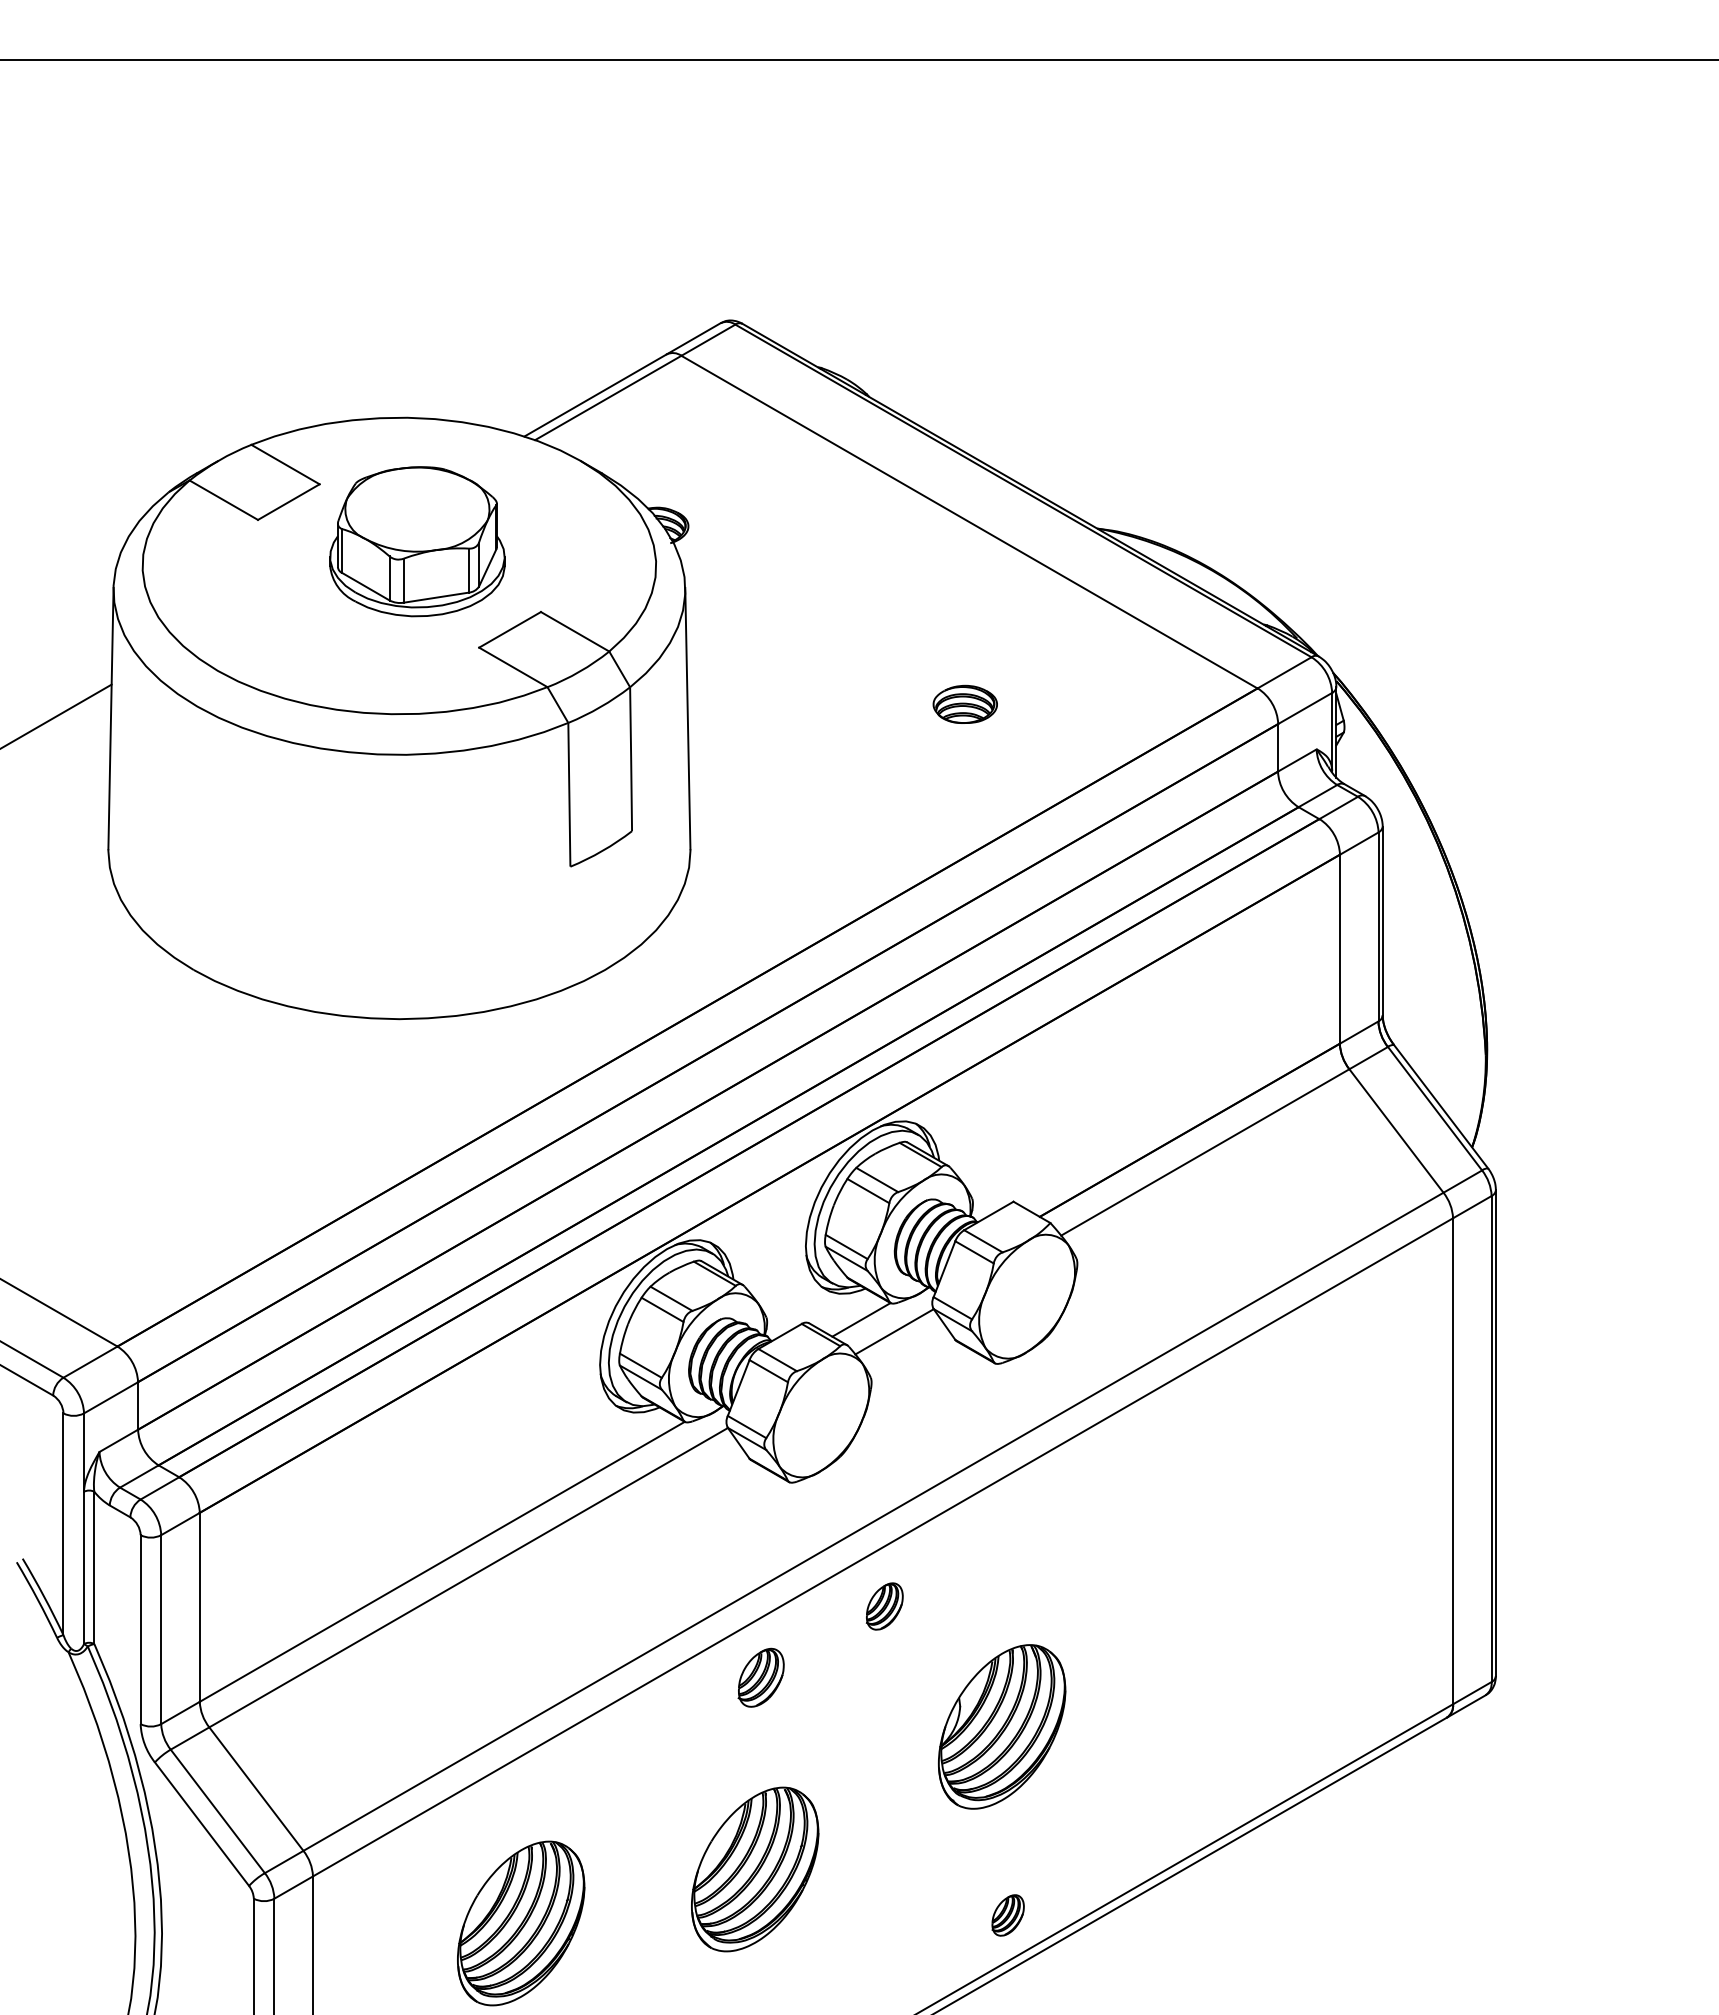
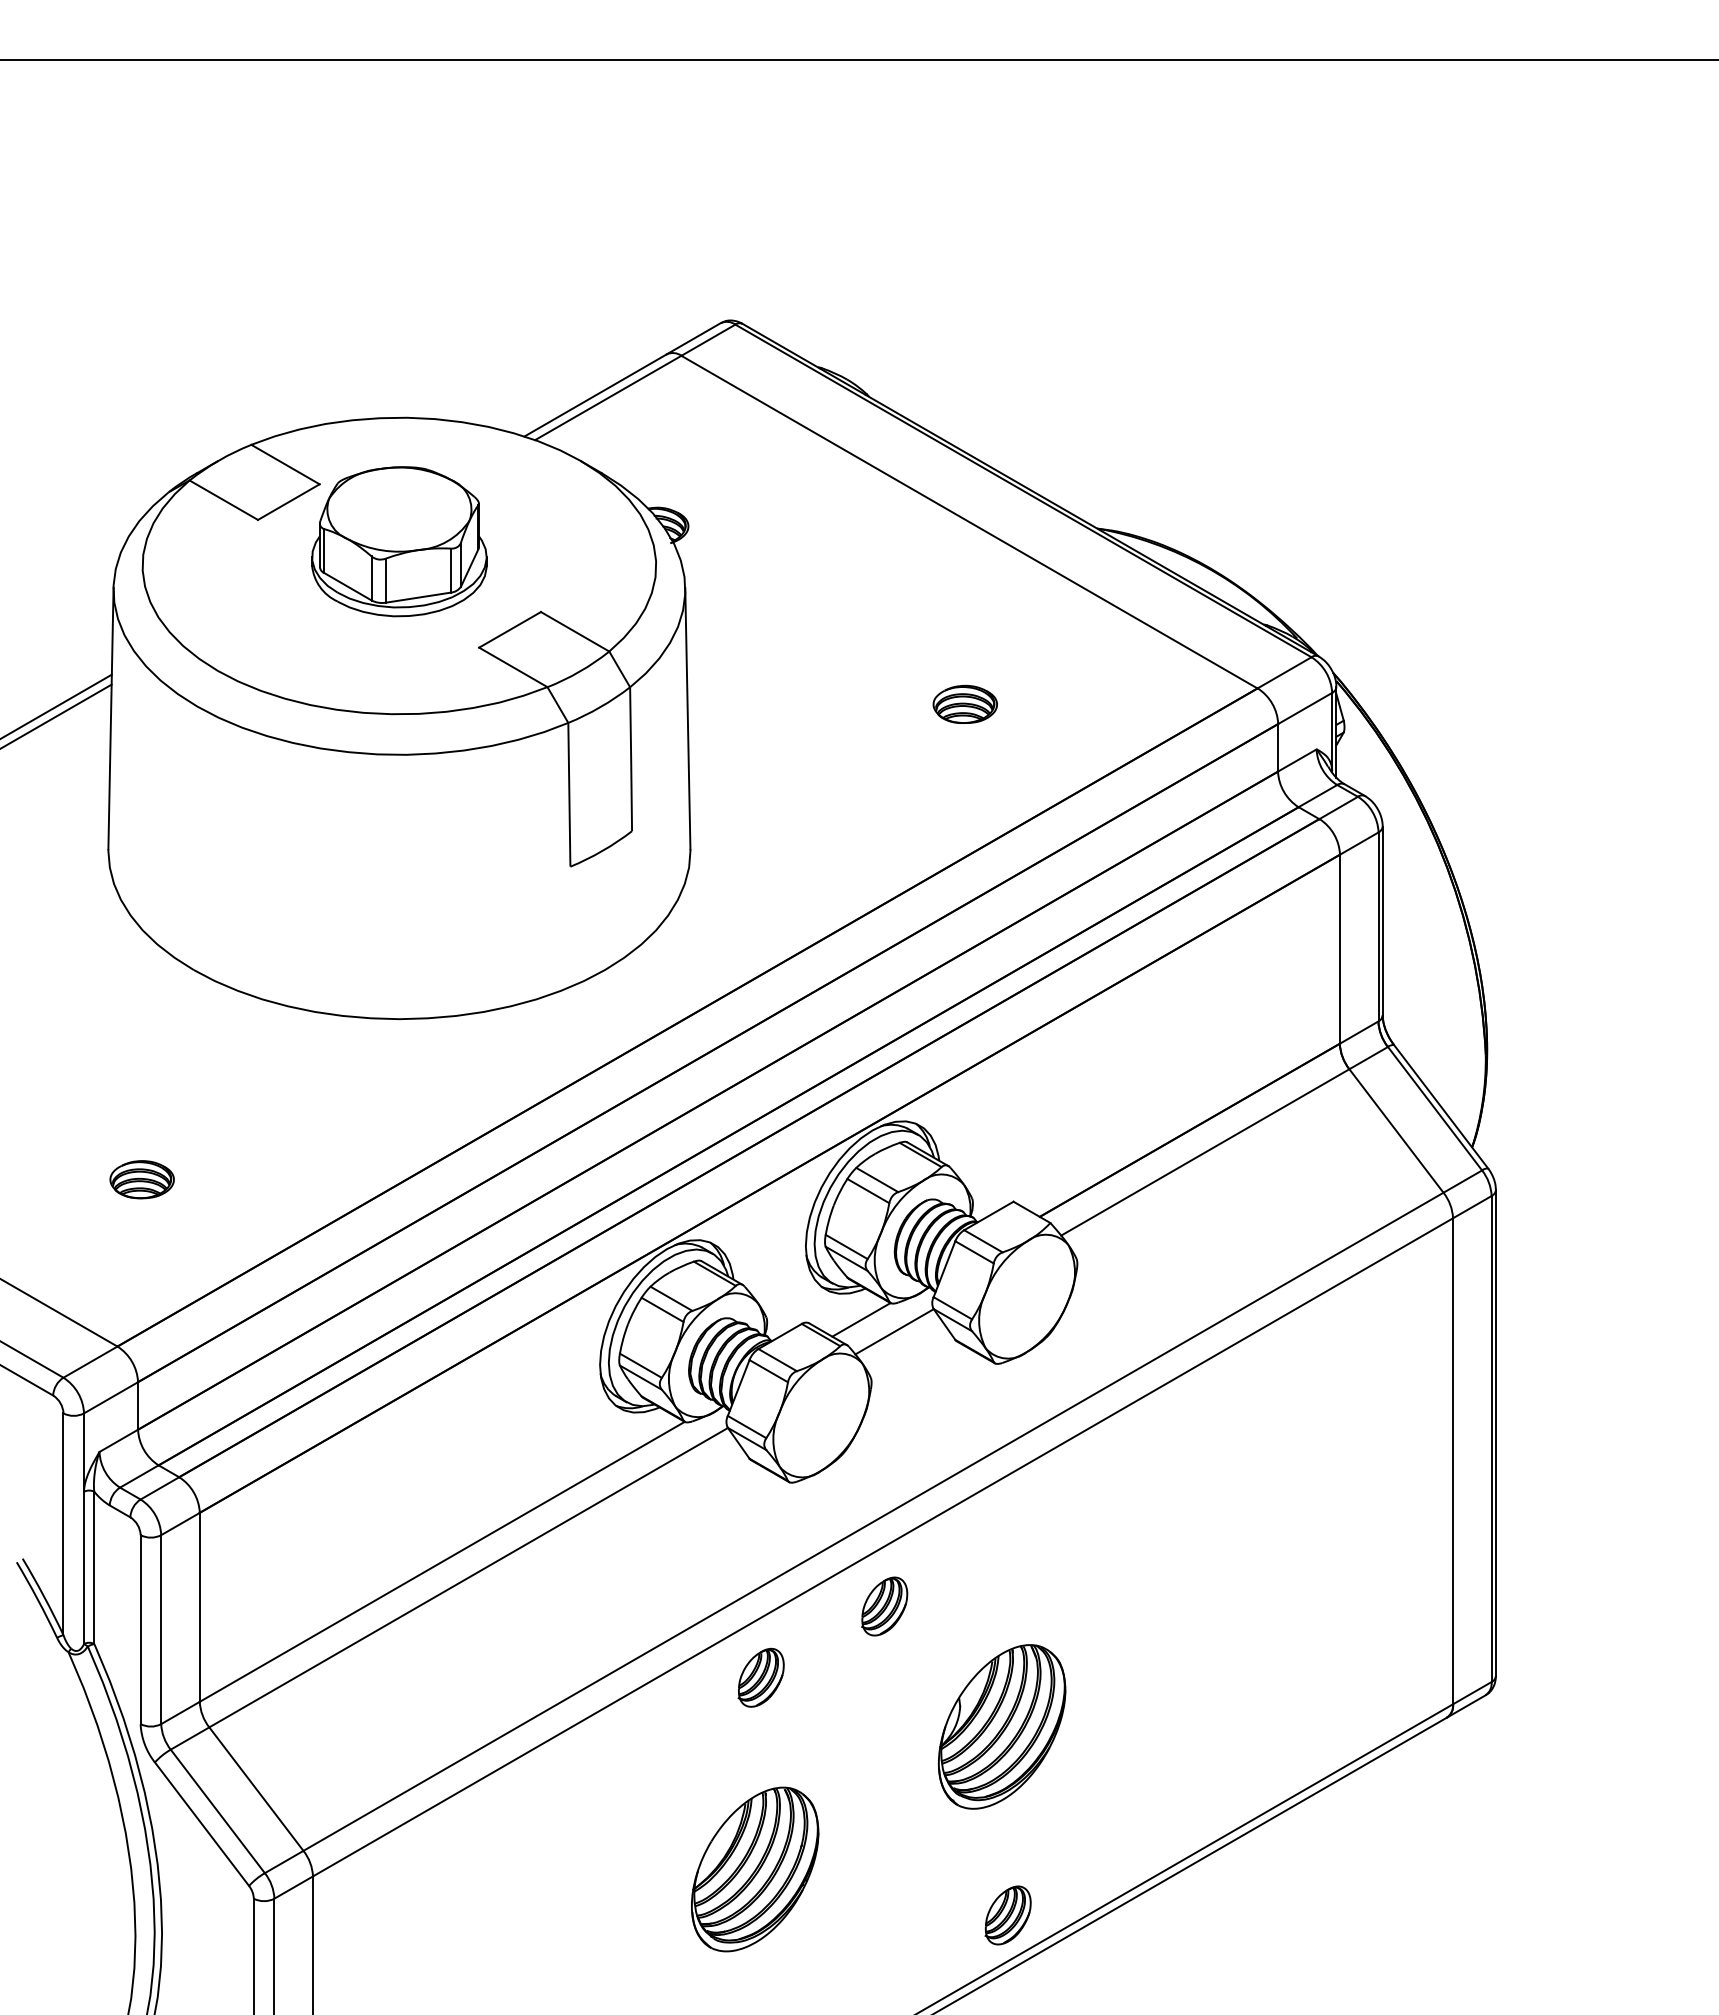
part at (417, 541) position: (417, 541) -> (399, 541)
line at (56, 705): none -> present
part at (141, 1179): none -> present
part at (884, 1606) size: 39x49 px -> 48x61 px
part at (1007, 1915) size: 34x43 px -> 48x61 px
part at (521, 1923): present -> none
